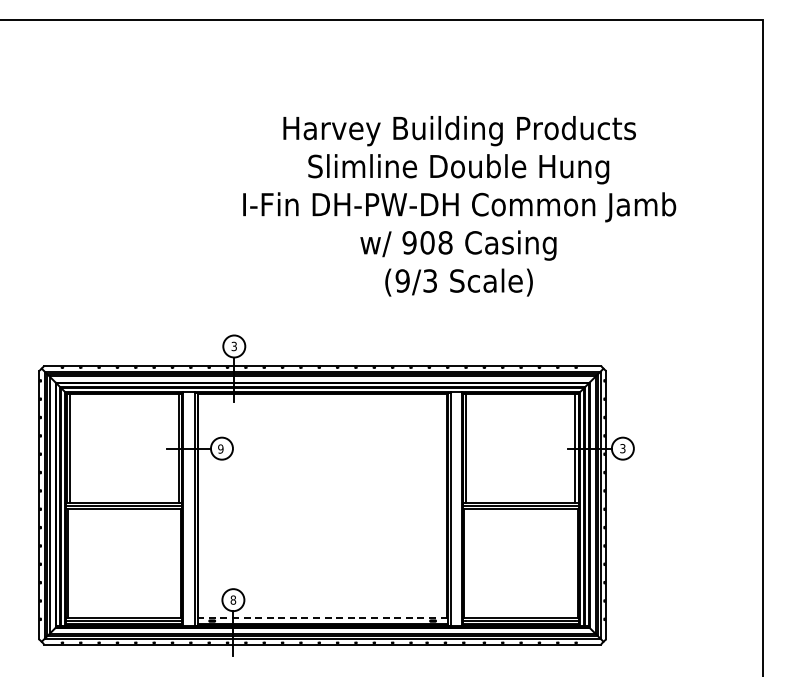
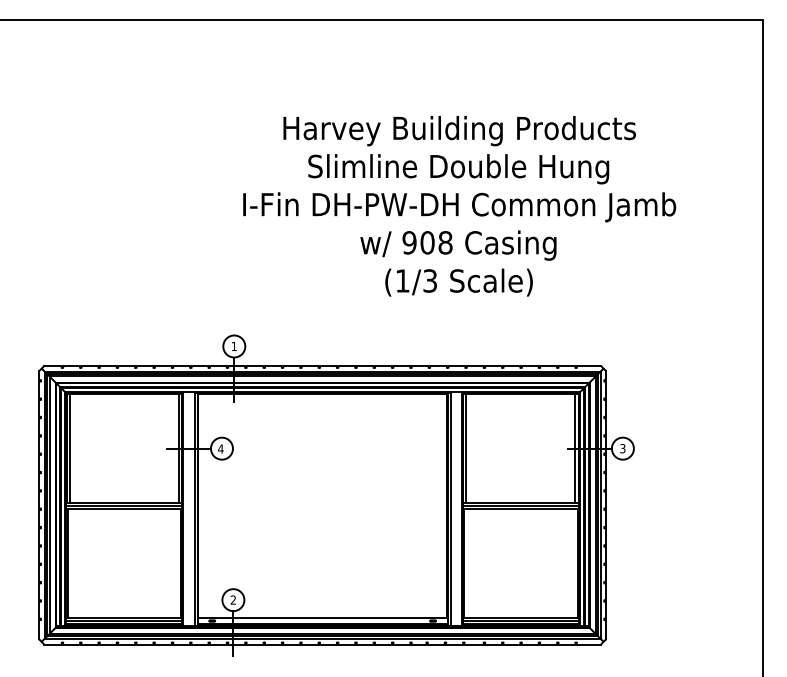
text at (402, 280): (9/3 -> (1/3
text at (233, 346): 3 -> 1
text at (220, 448): 9 -> 4
text at (233, 599): 8 -> 2
line at (322, 617): dashed -> solid
